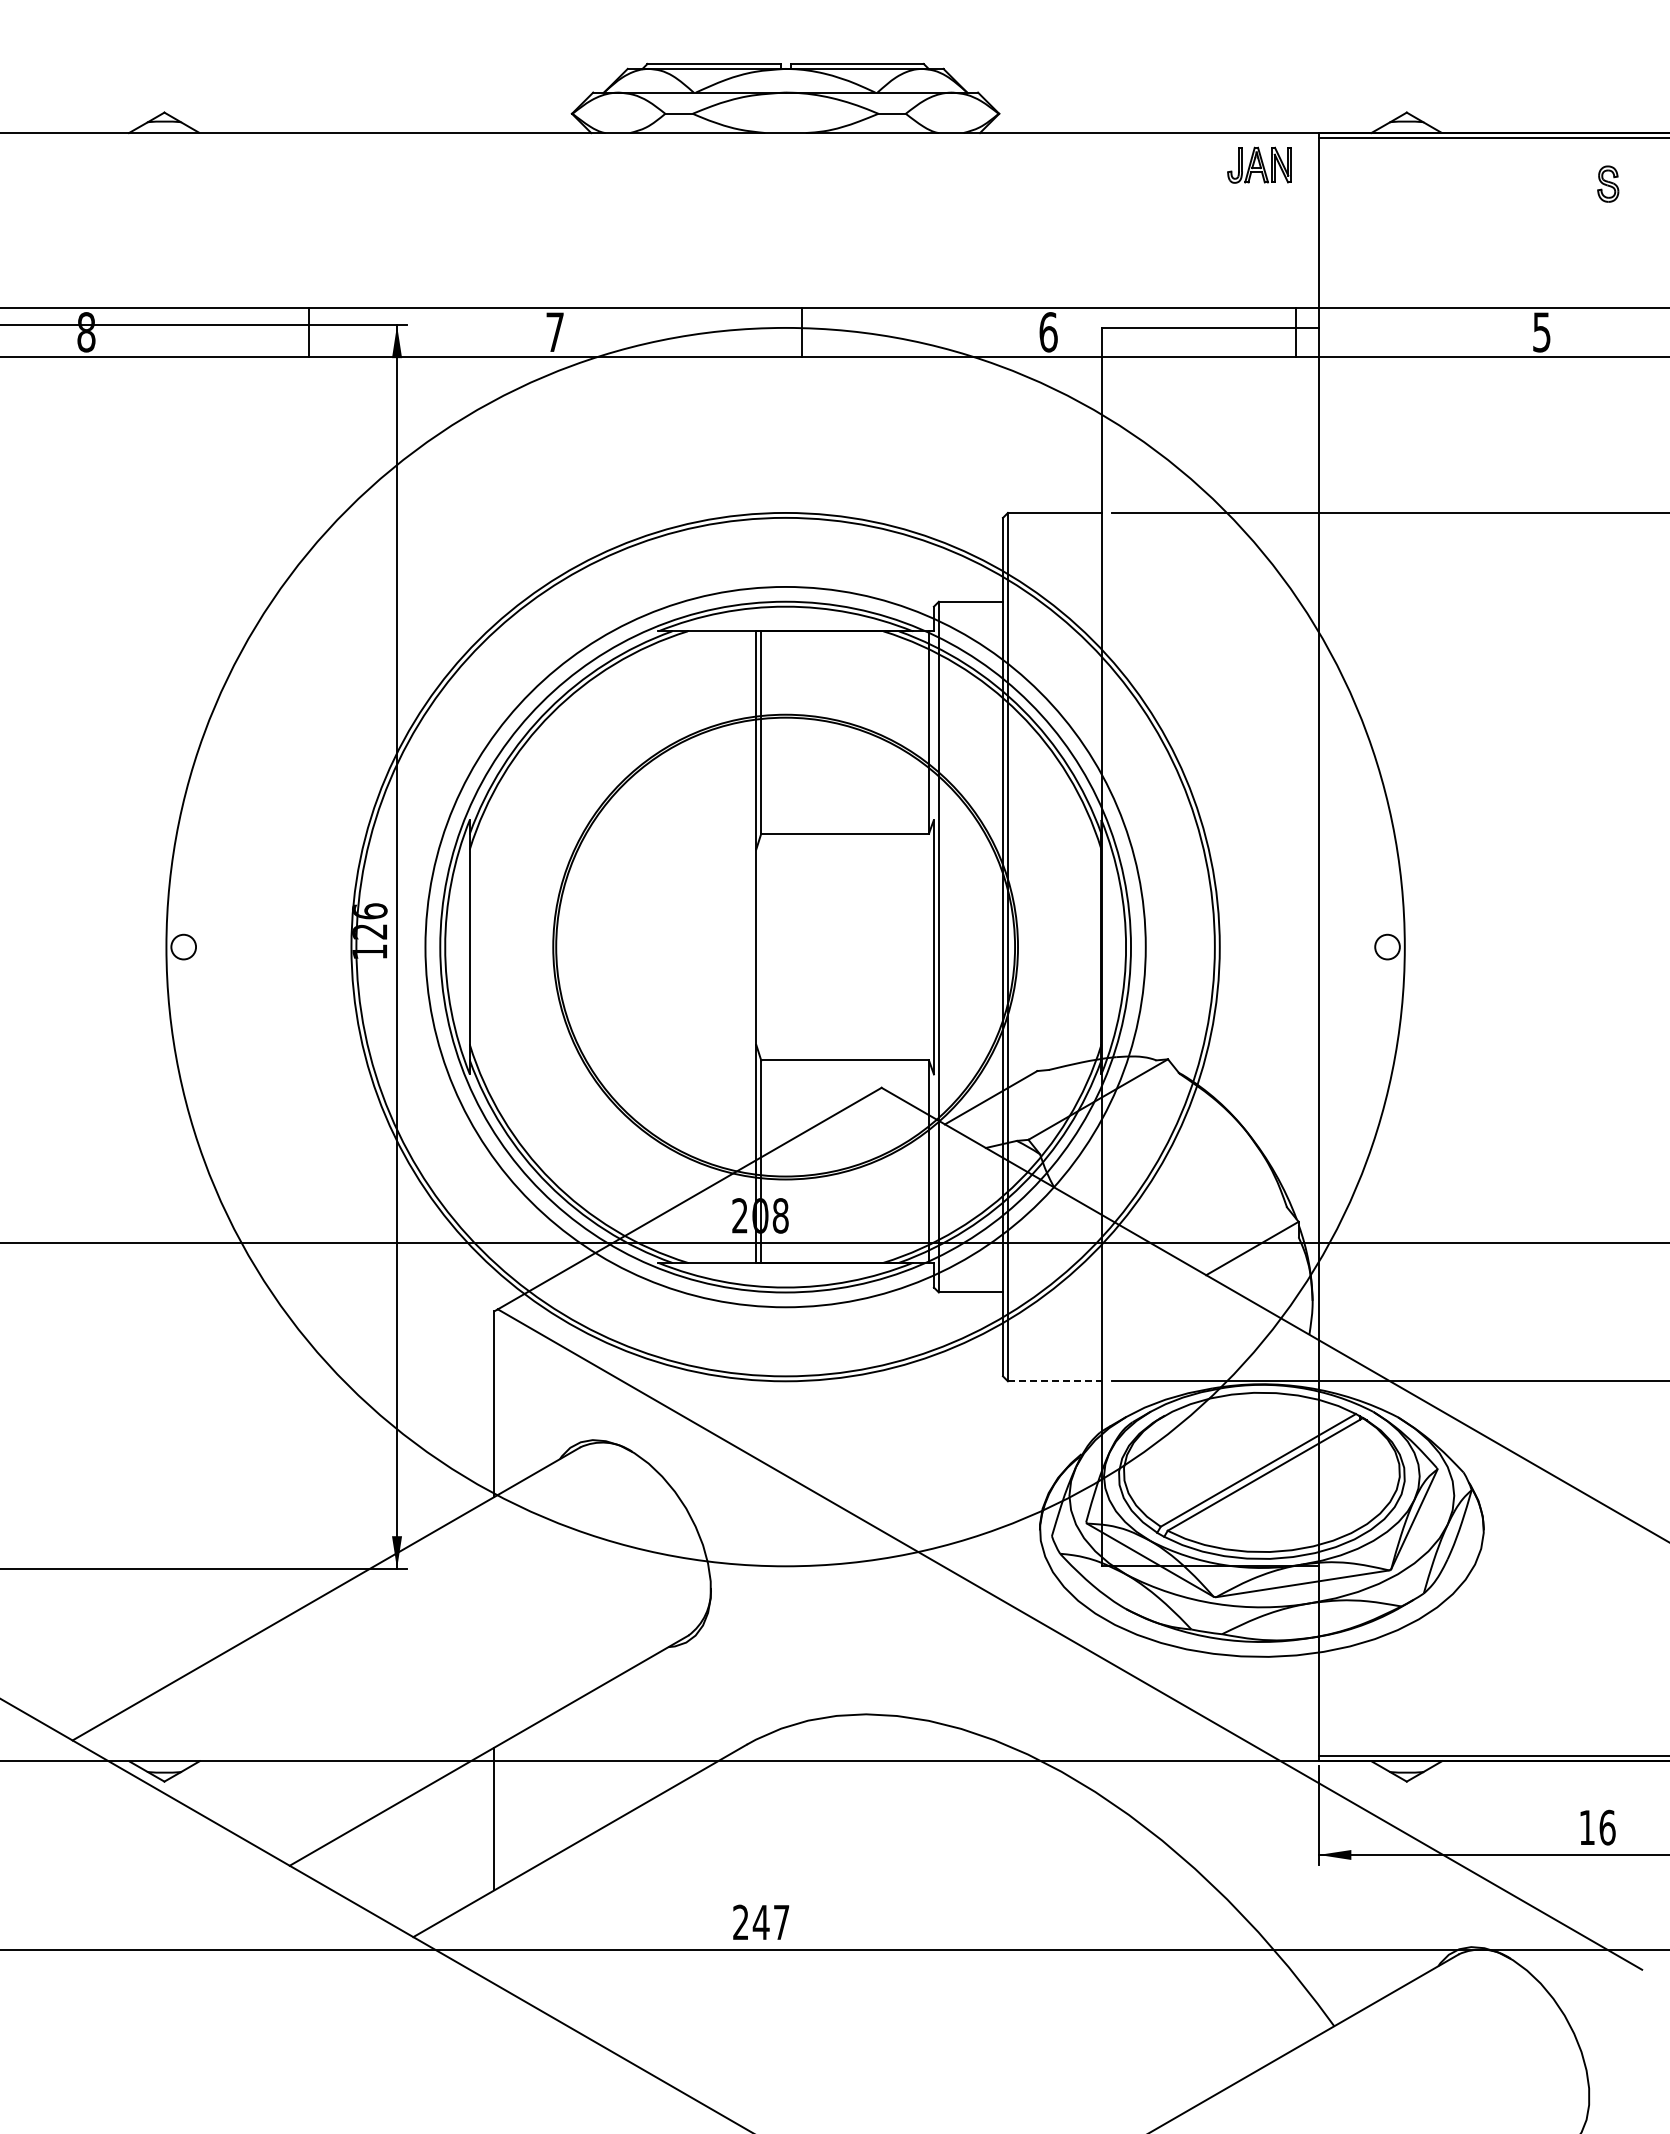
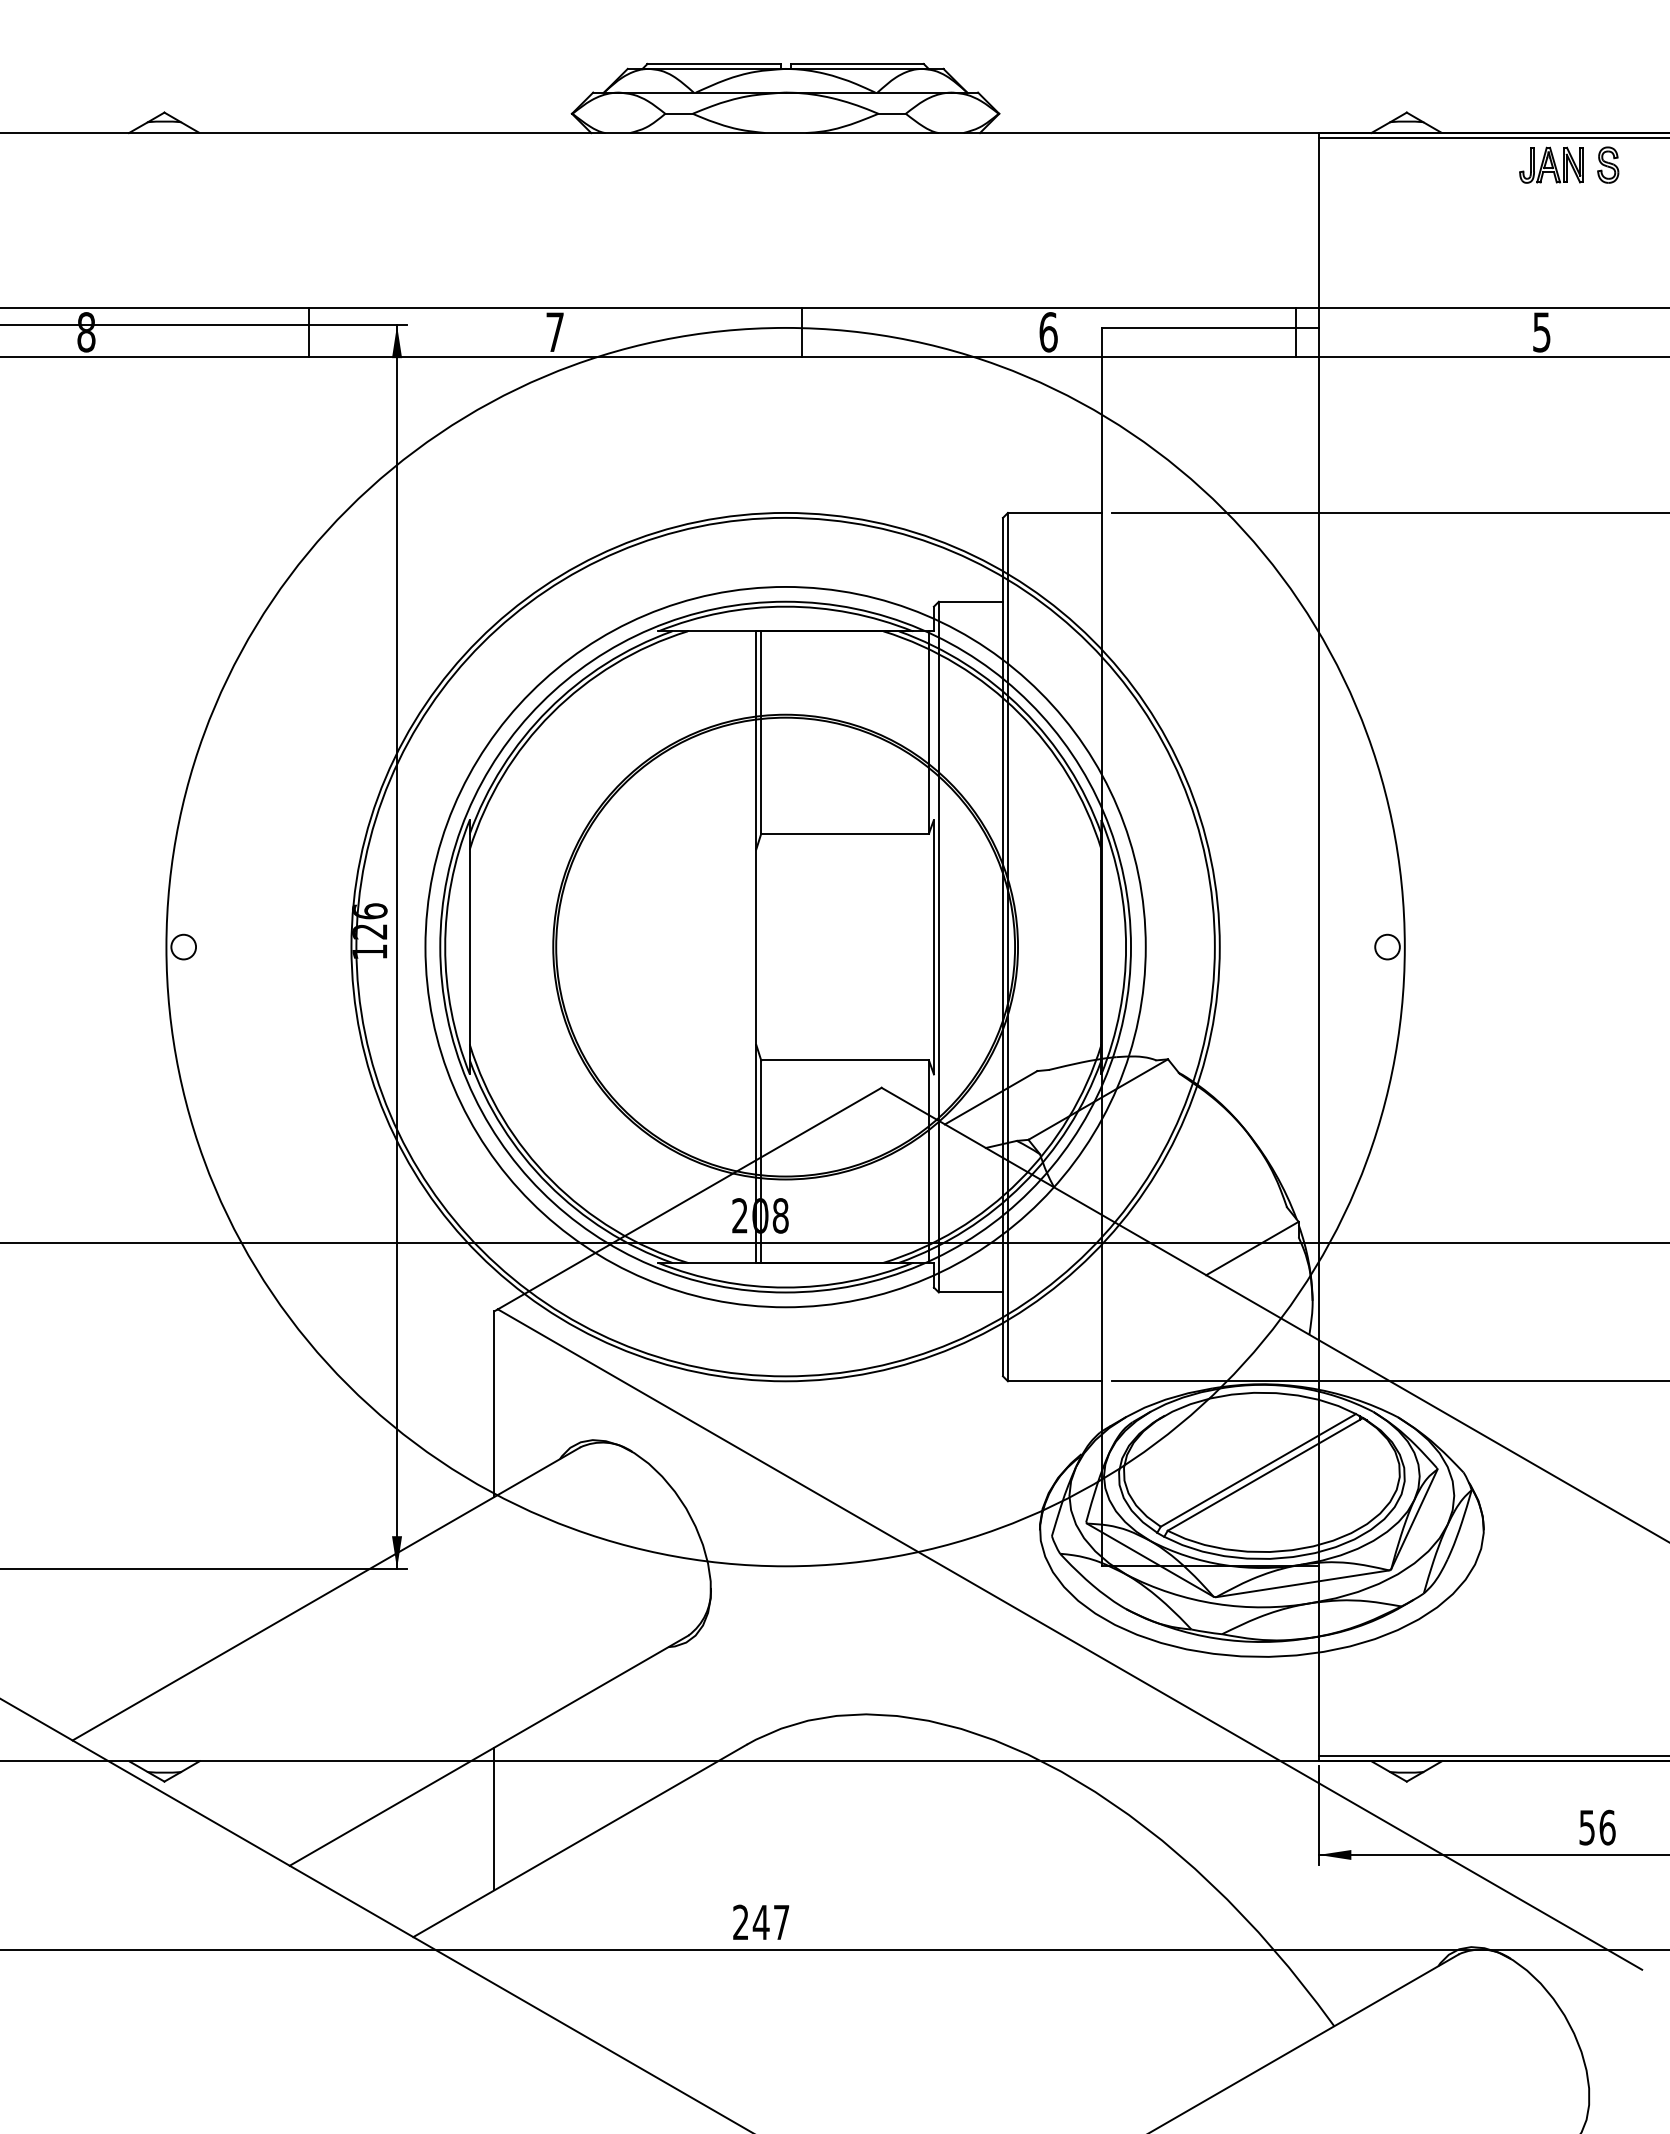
part at (1259, 164) position: (1259, 164) -> (1551, 164)
part at (1608, 183) position: (1608, 183) -> (1608, 164)
line at (1054, 1381): dashed -> solid
text at (1586, 1827): 16 -> 56
